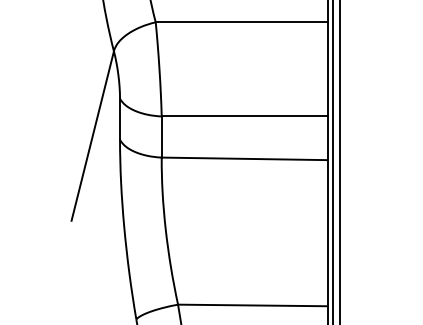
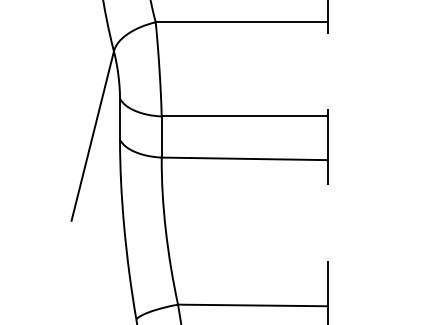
line at (333, 161): present -> none
line at (339, 161): present -> none
line at (327, 162): solid -> dashed
